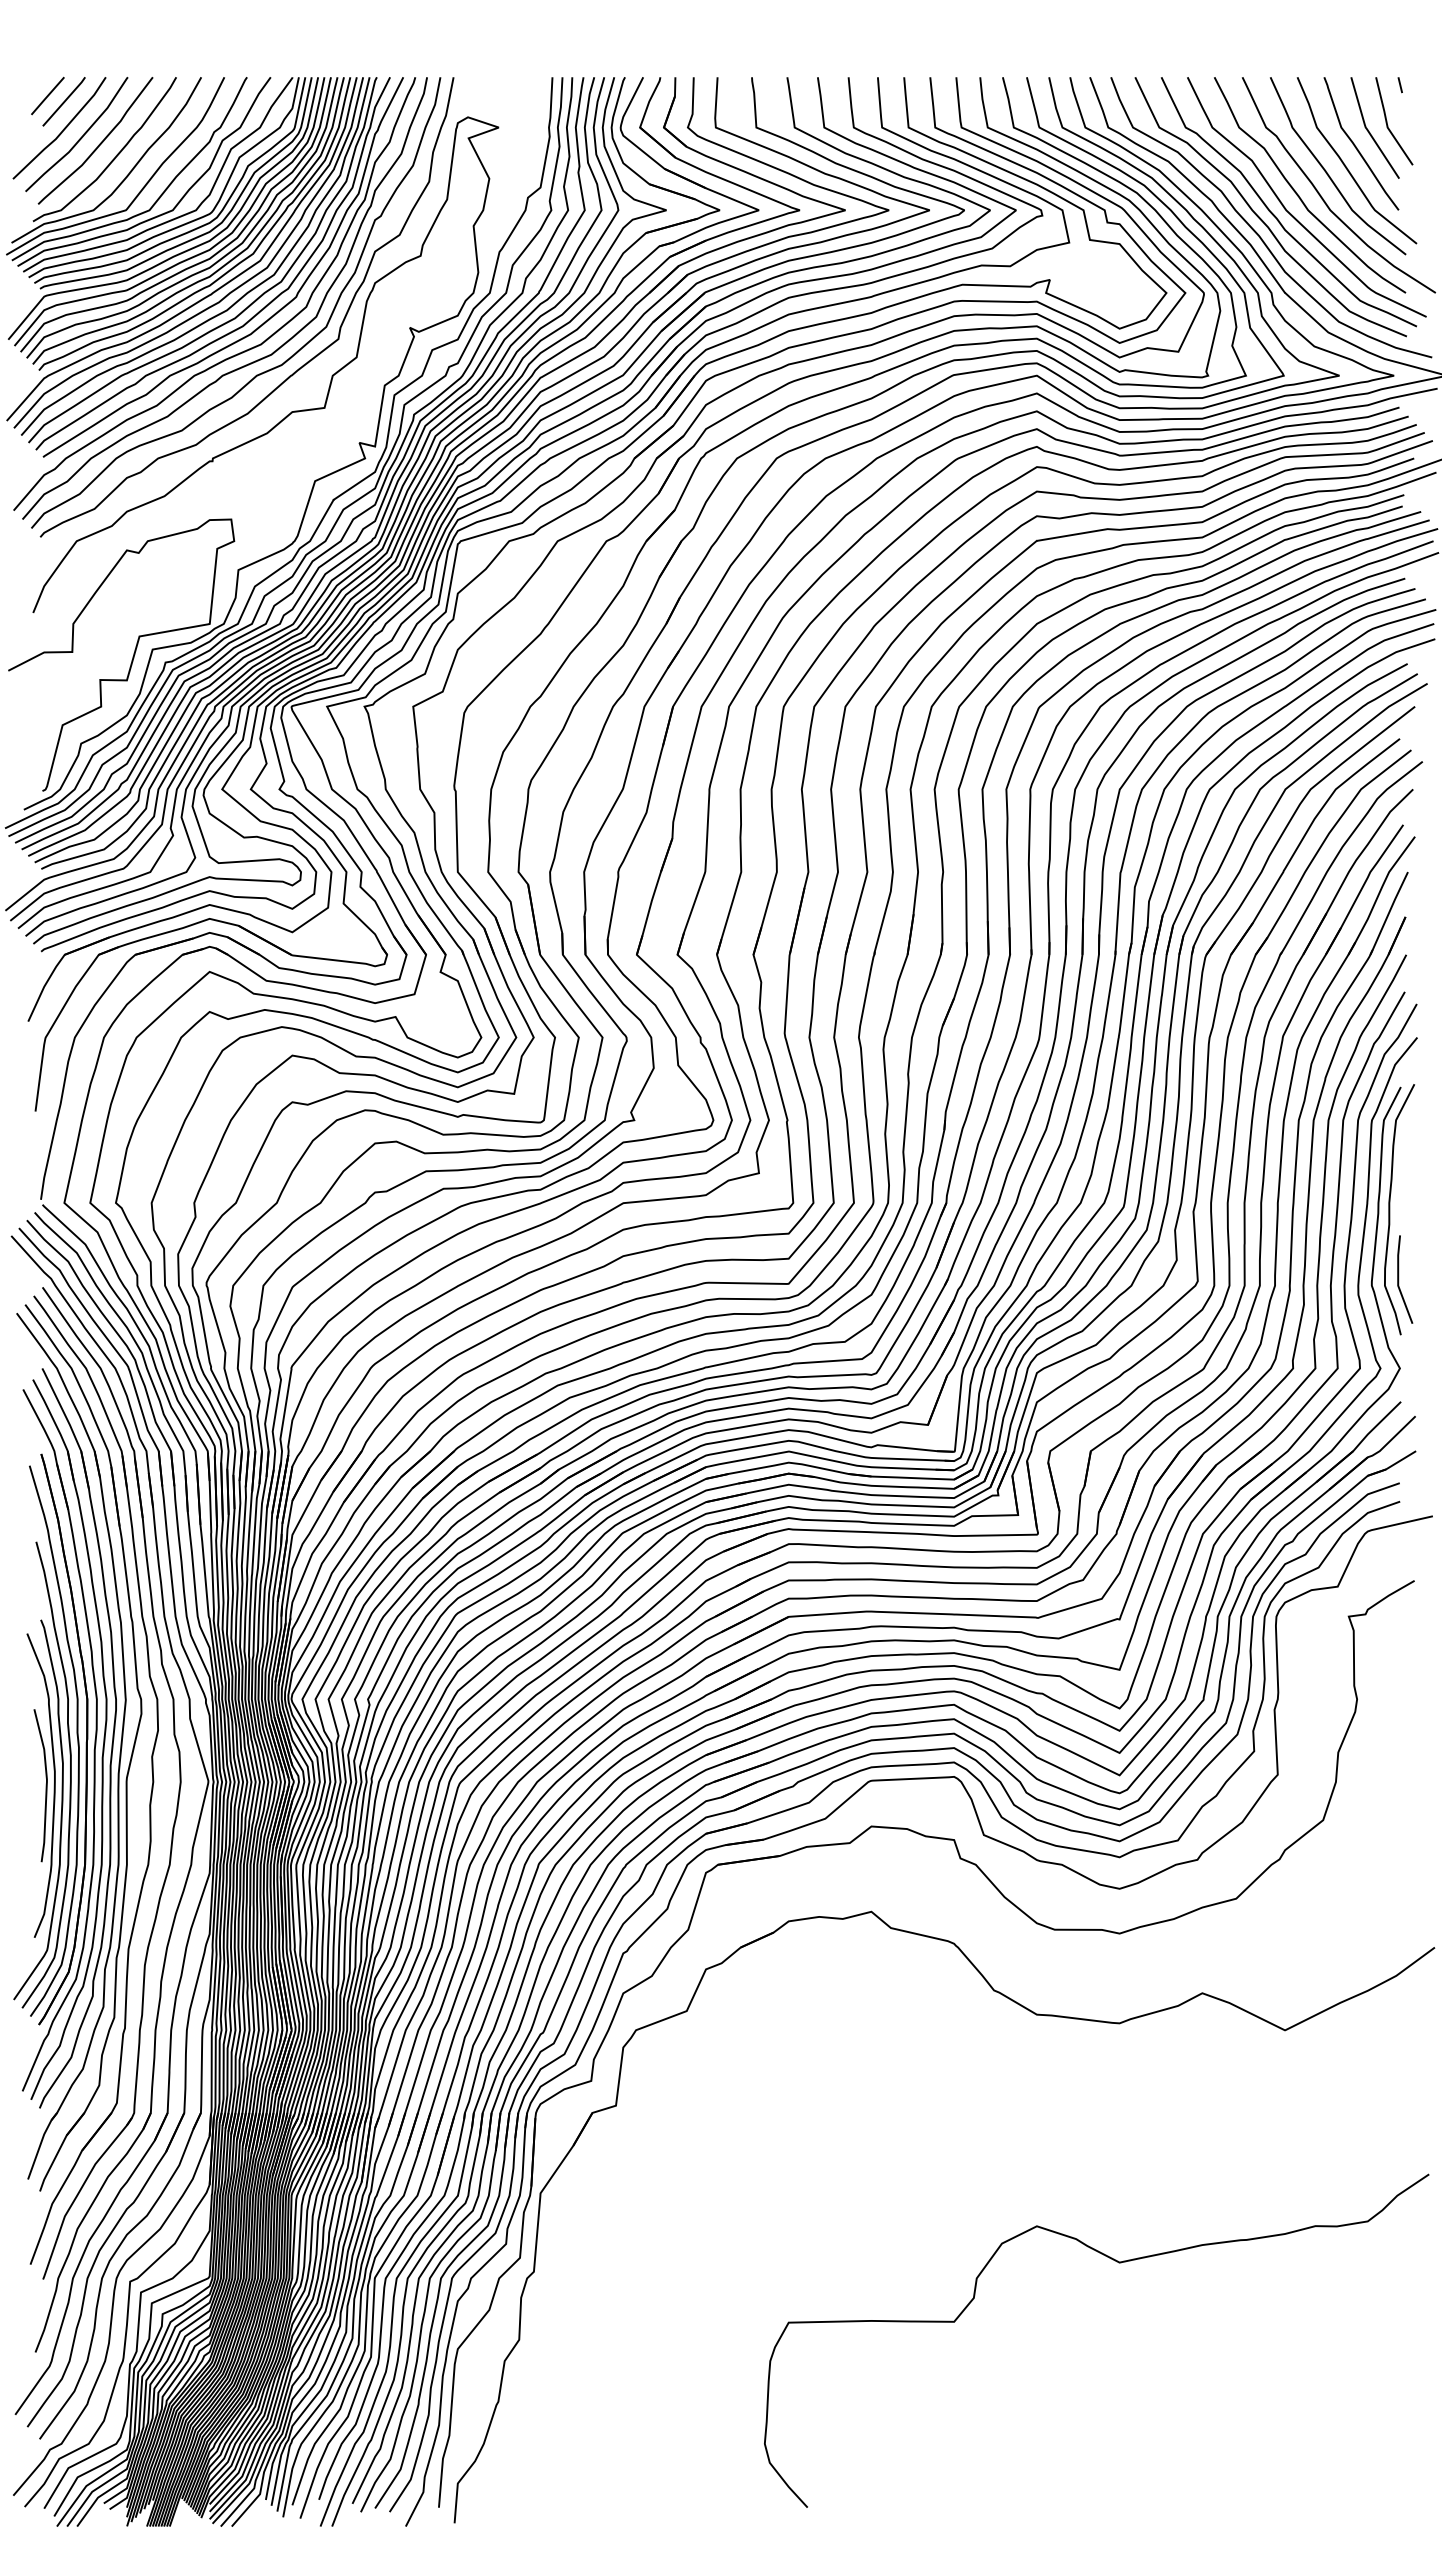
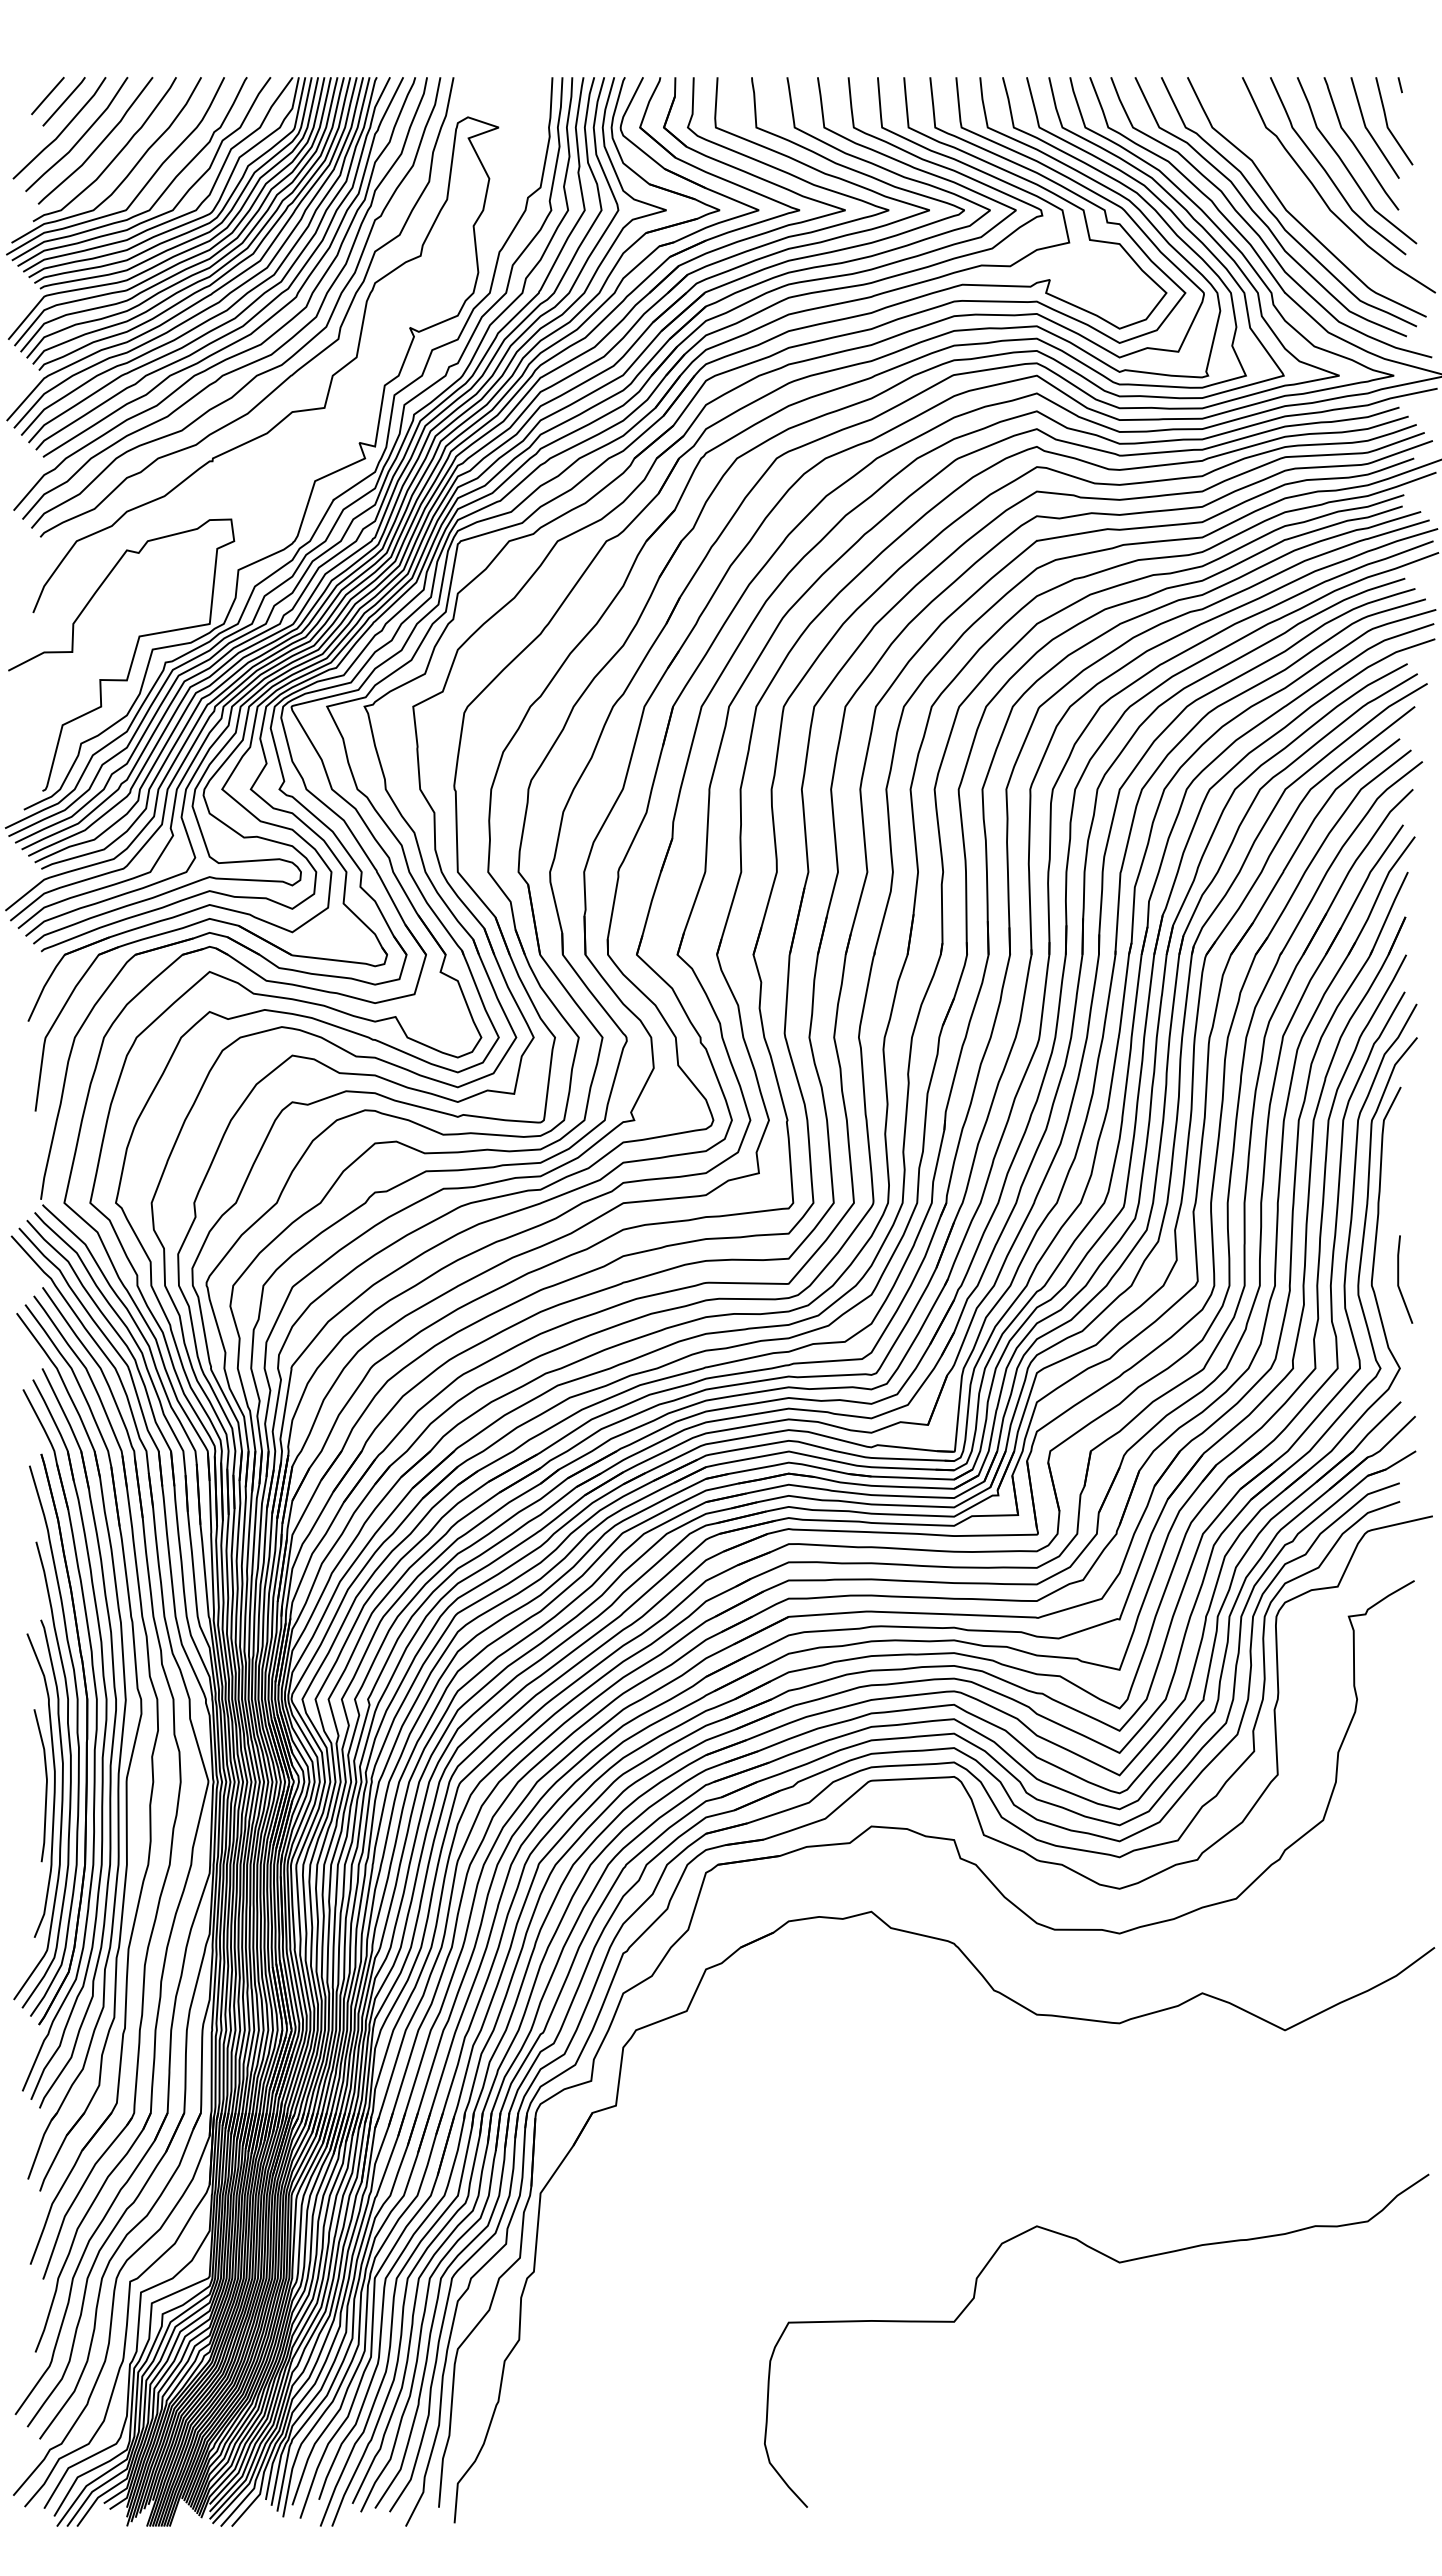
curve at (1299, 195): present -> none
curve at (1390, 1209): present -> none
